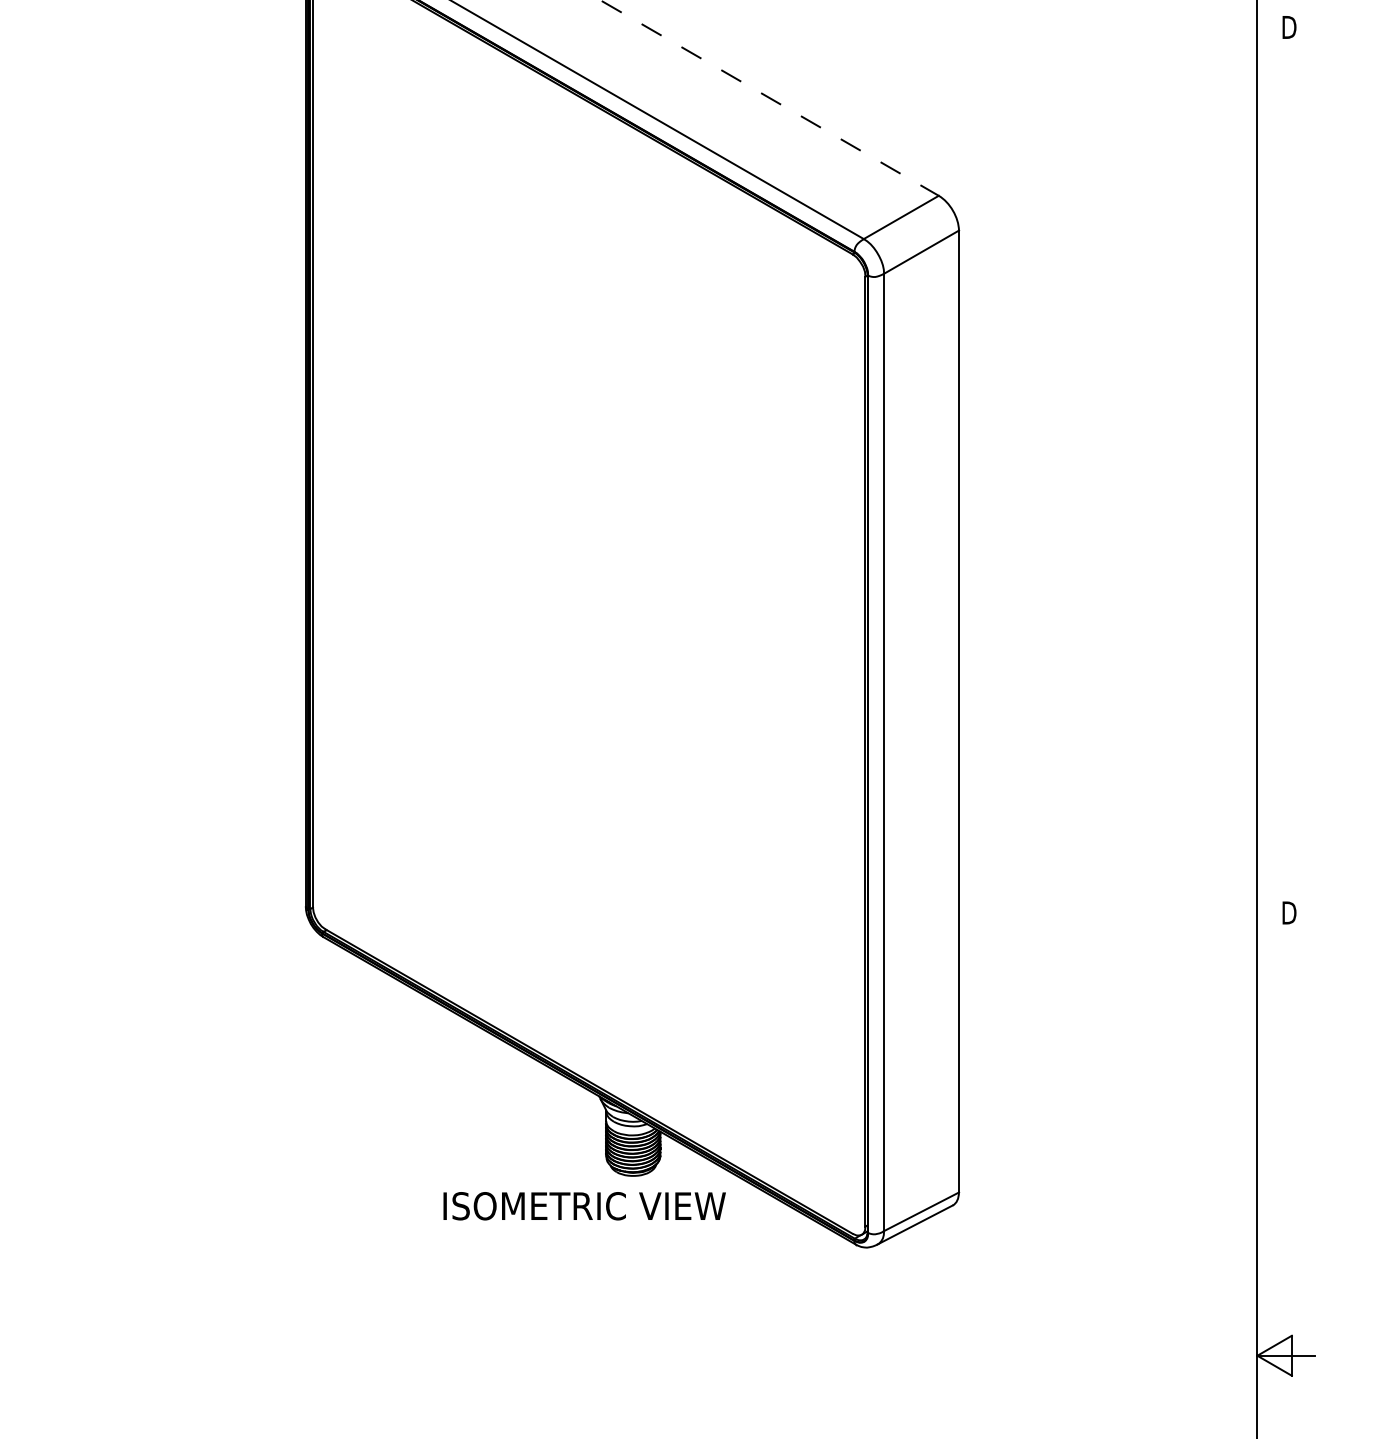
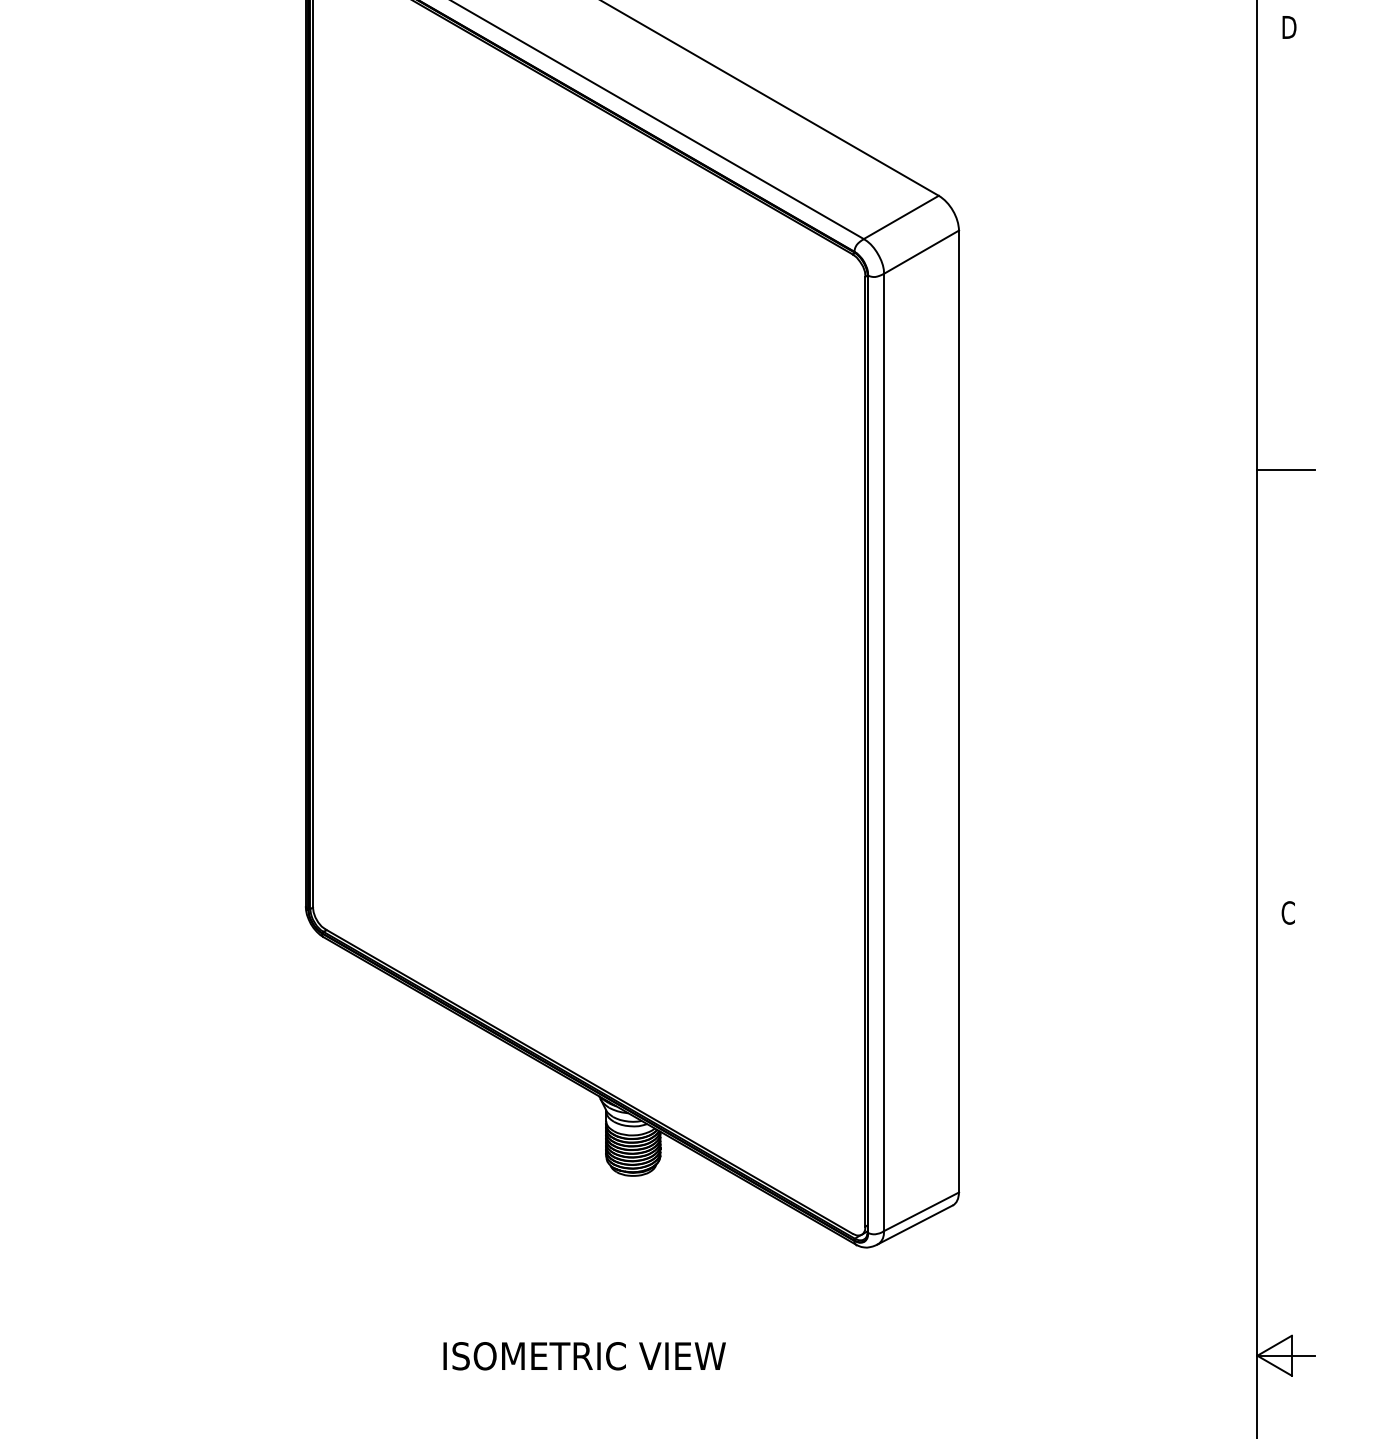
line at (770, 98): dashed -> solid
line at (1285, 470): none -> present
text at (1288, 912): D -> C
text at (584, 1206) position: (584, 1206) -> (584, 1356)
